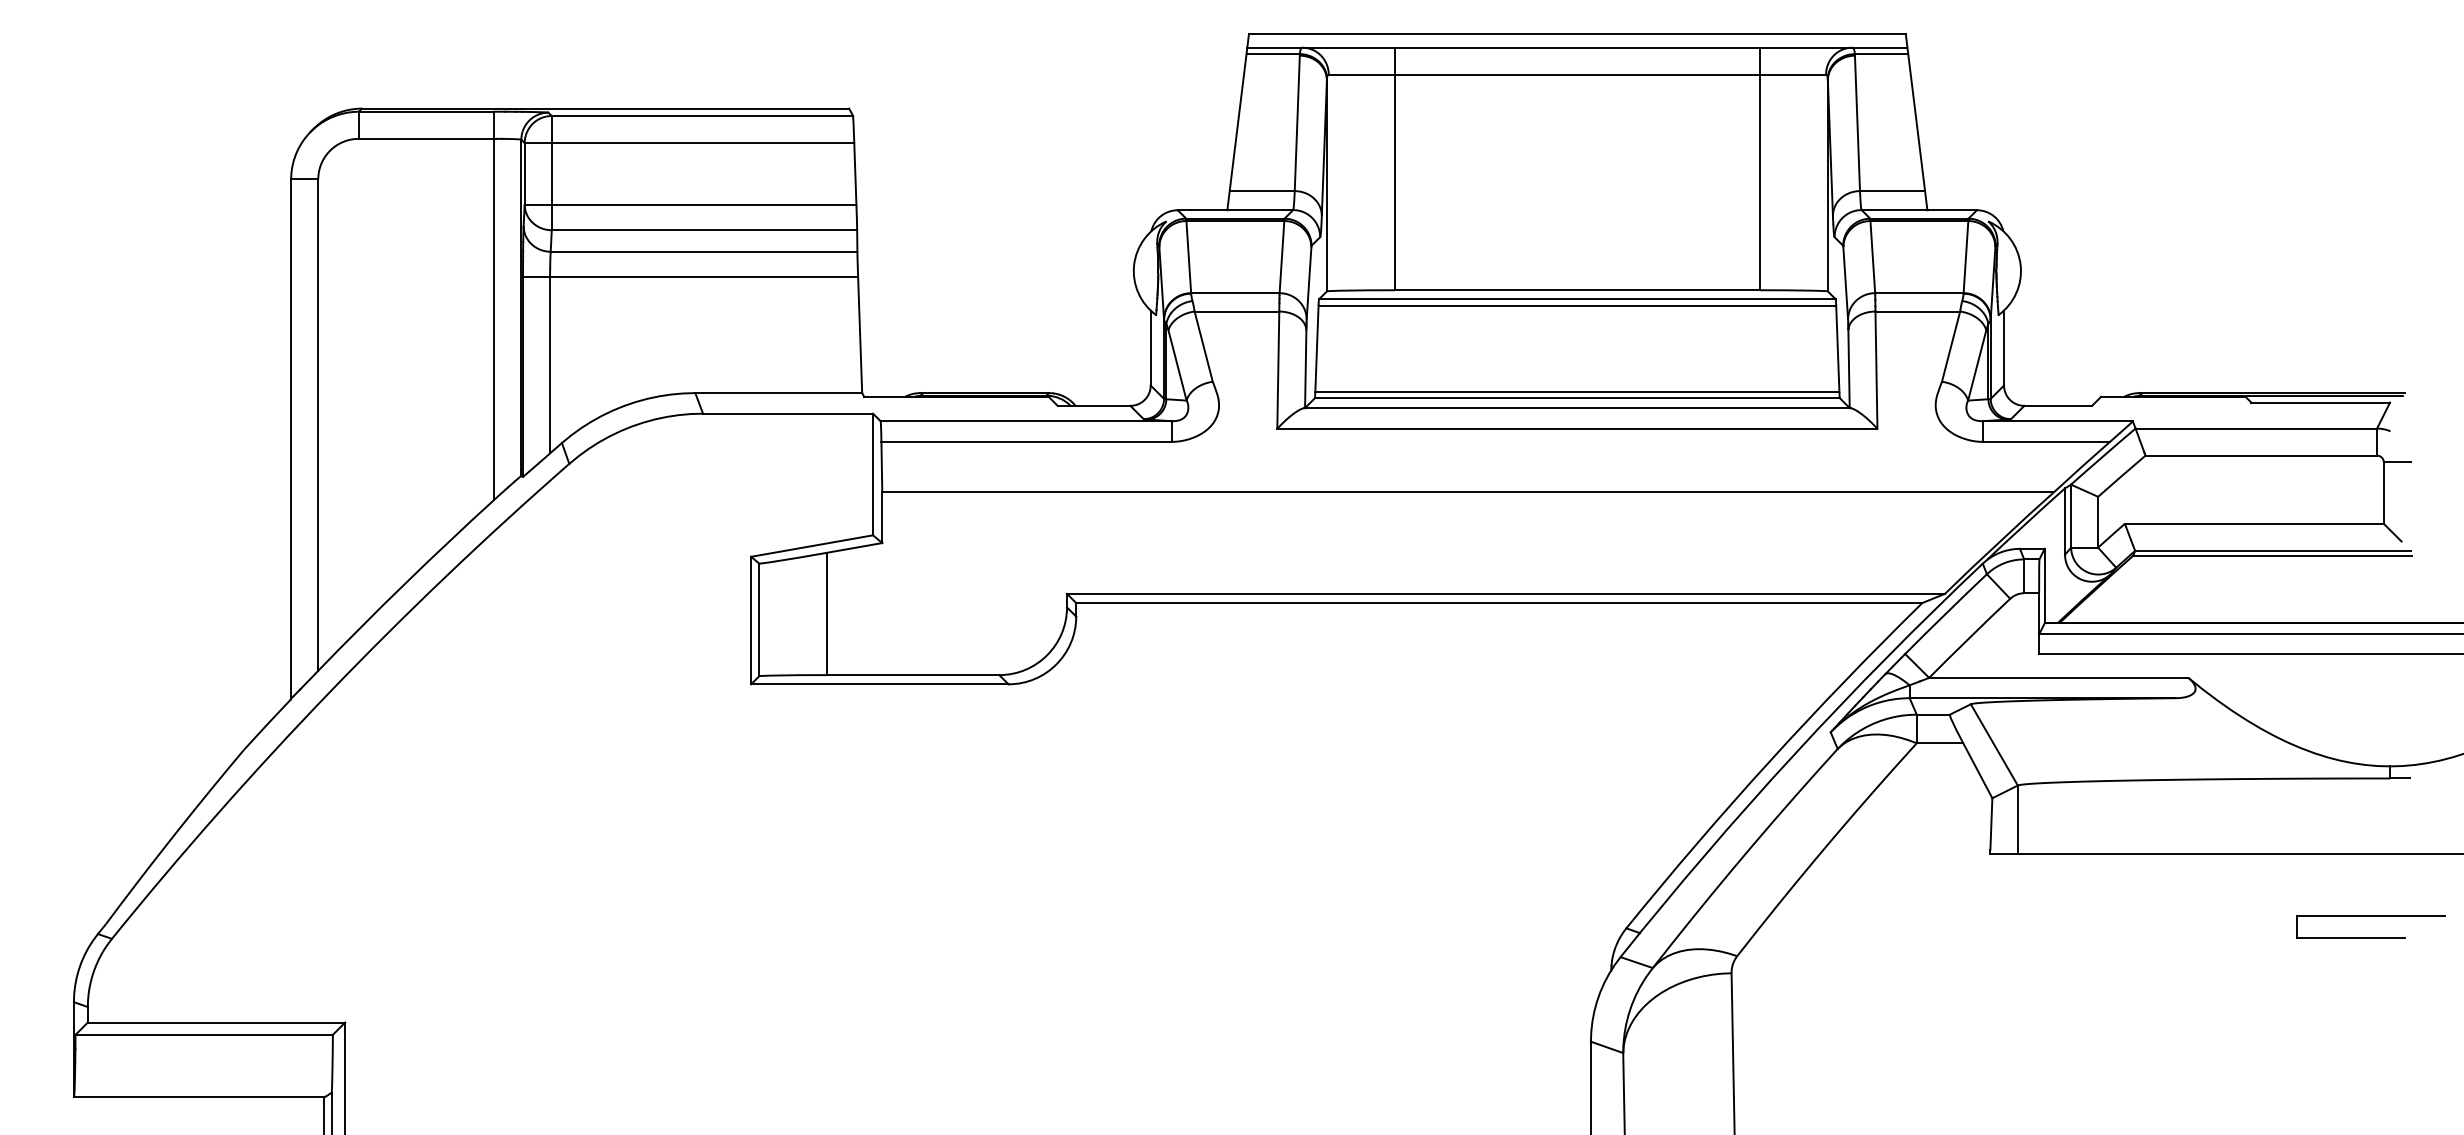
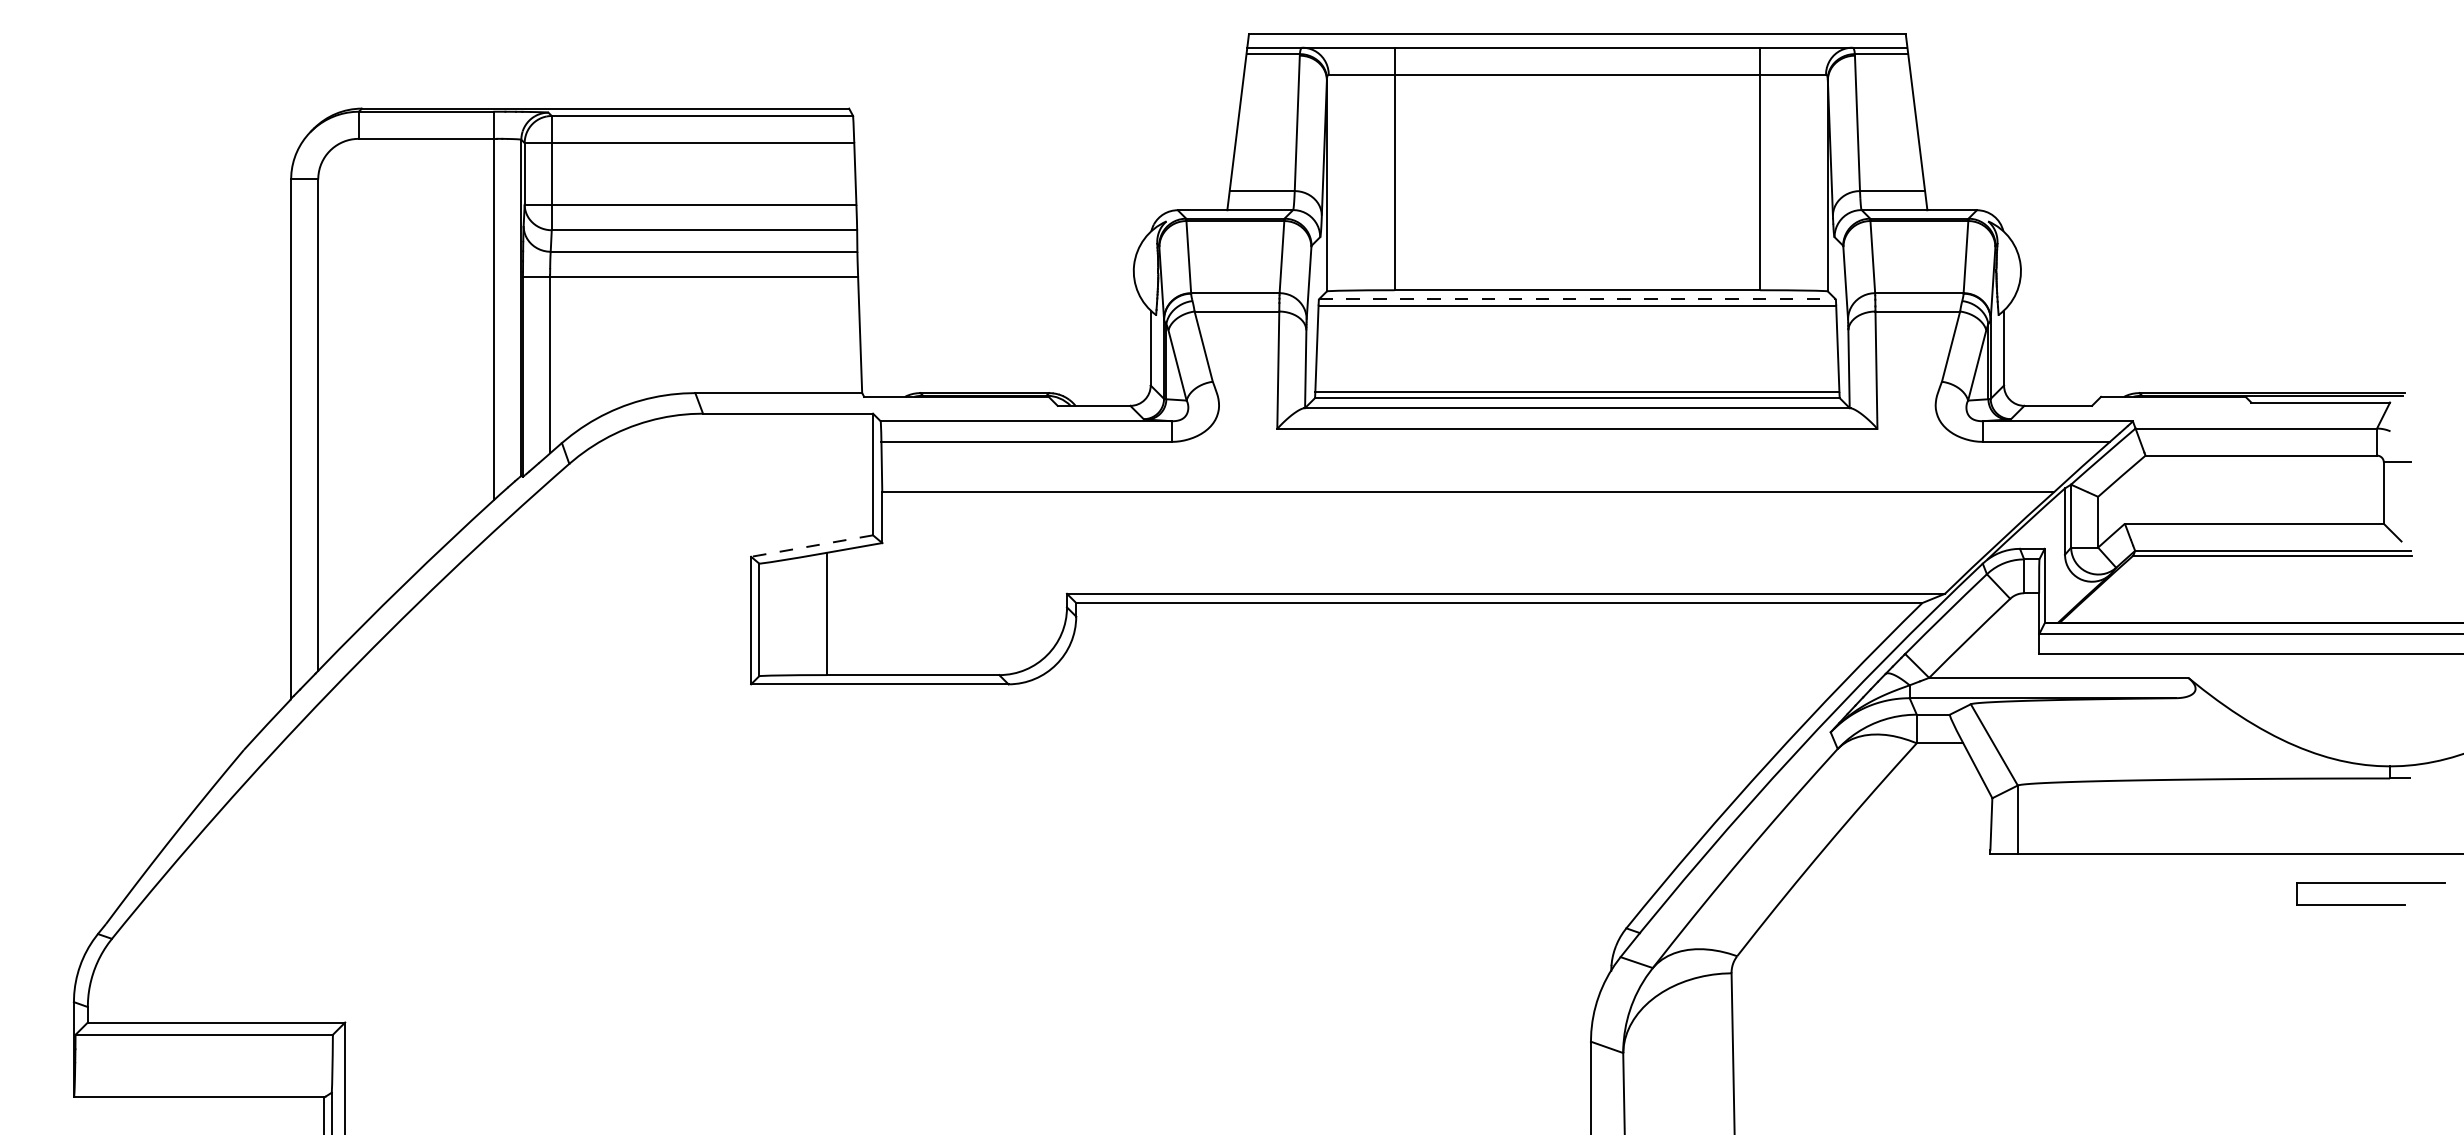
line at (1577, 299): solid -> dashed
line at (812, 546): solid -> dashed
part at (2370, 916) position: (2370, 916) -> (2370, 883)
